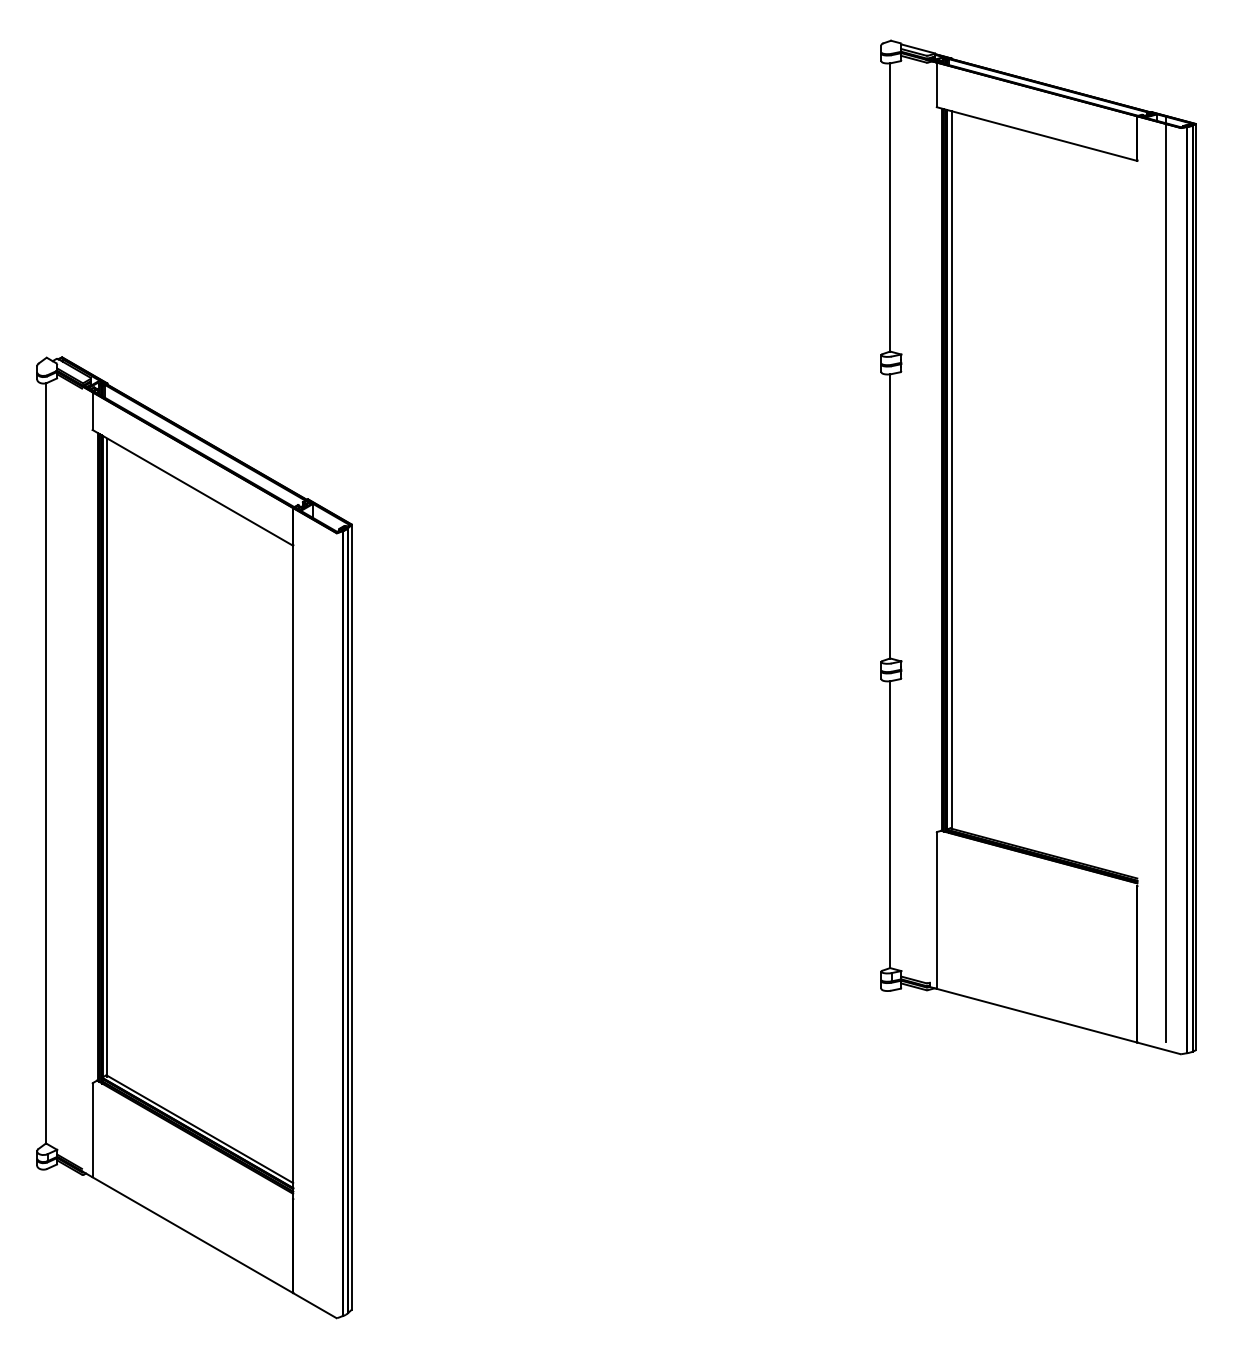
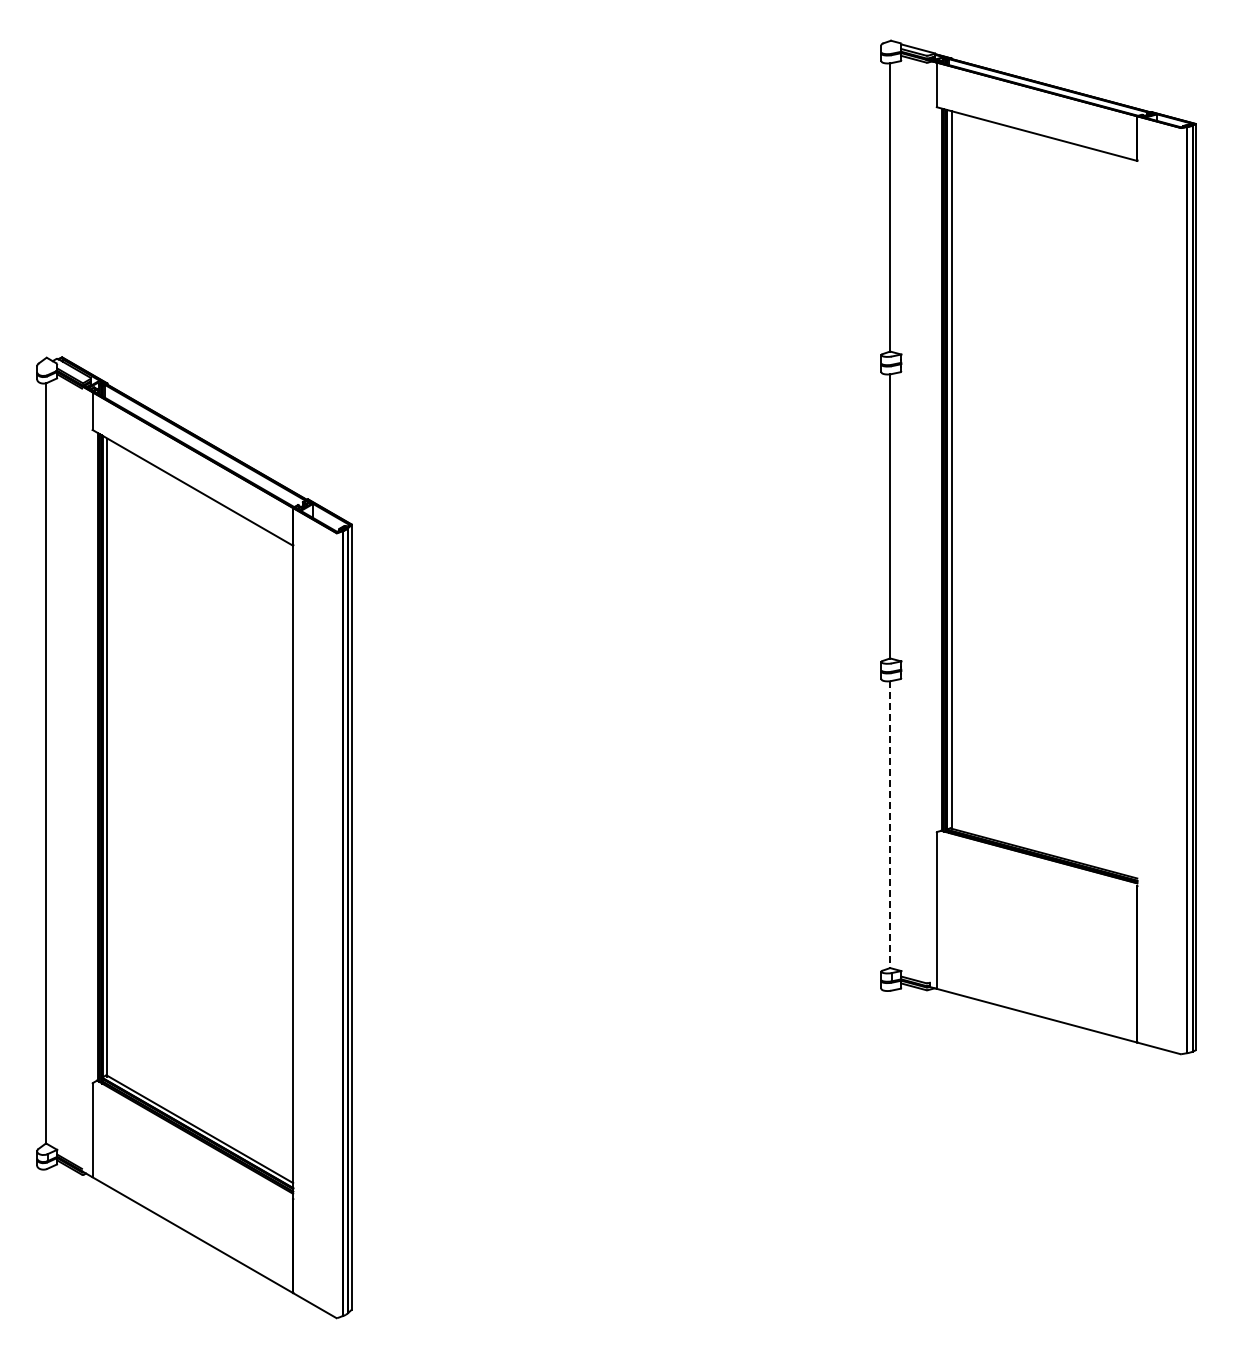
line at (1165, 579): present -> none
line at (889, 825): solid -> dashed
